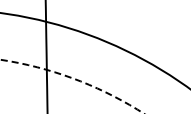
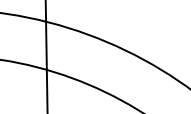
circle at (72, 86): dashed -> solid
